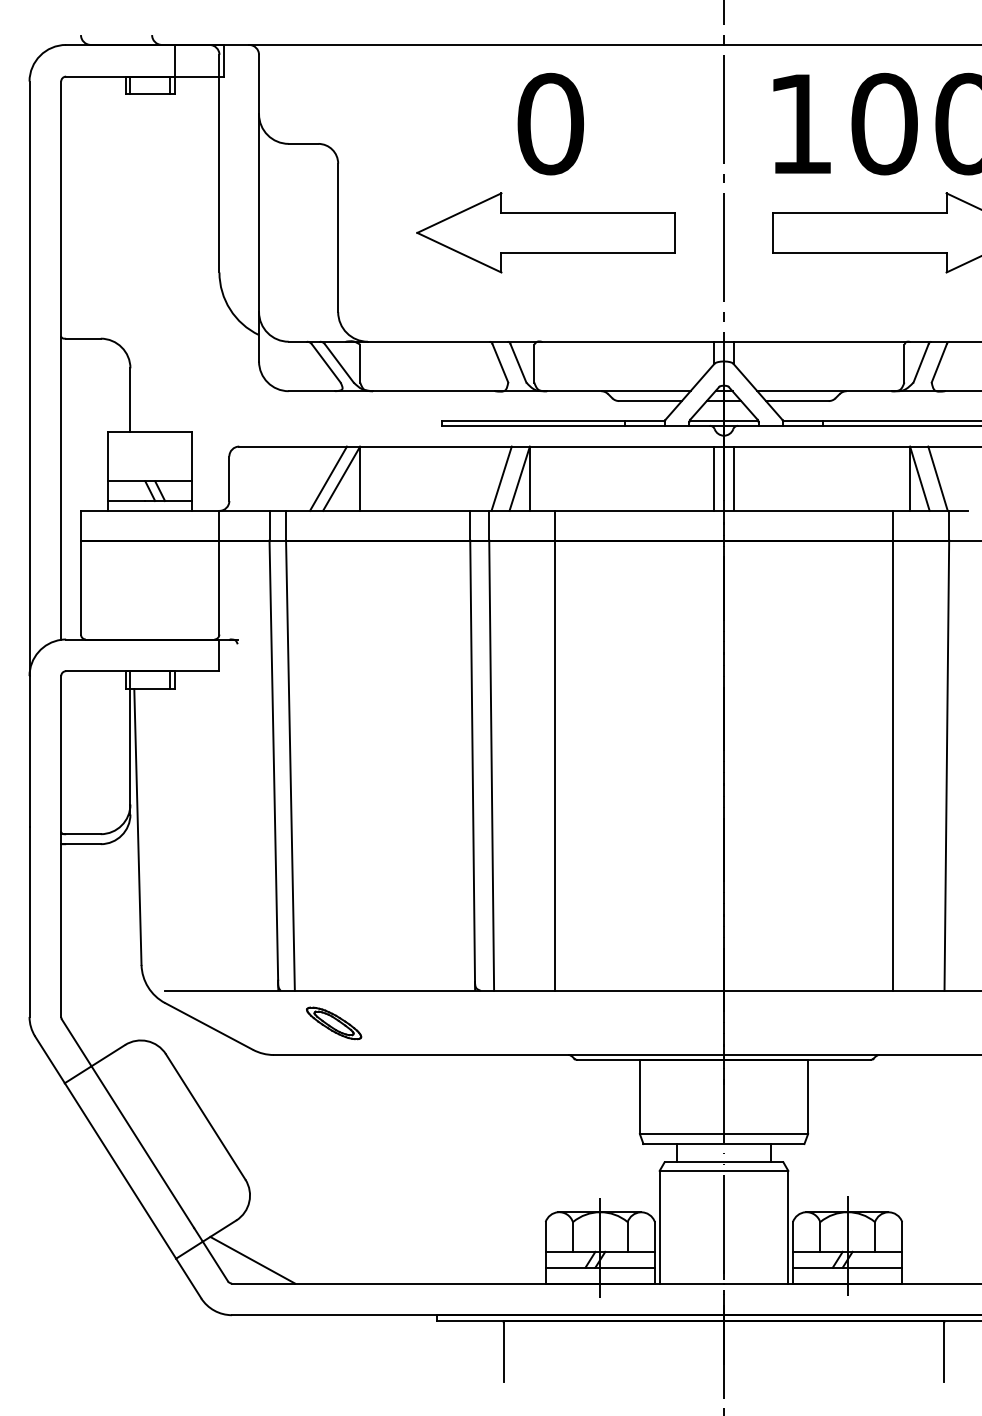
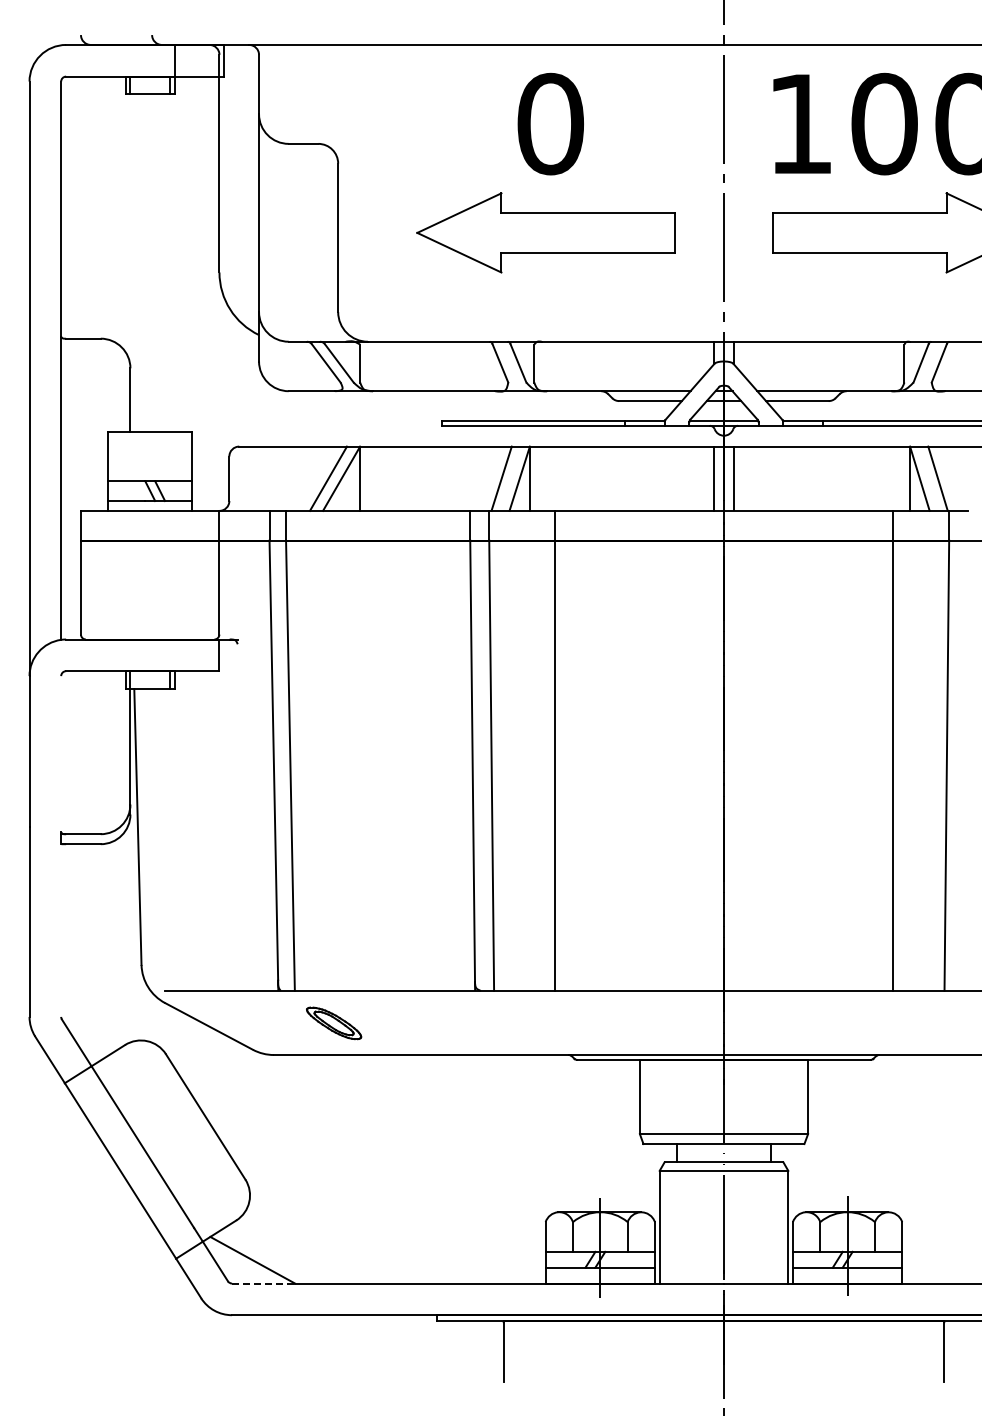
line at (61, 754): present -> none
line at (61, 930): present -> none
line at (263, 1283): solid -> dashed
